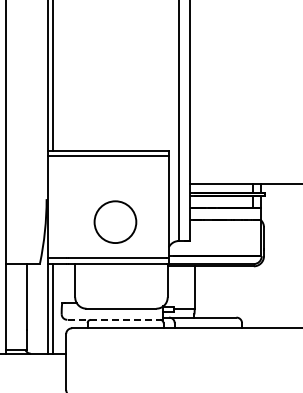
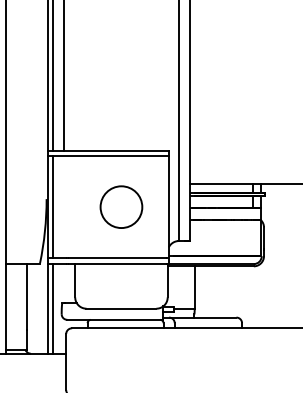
line at (63, 76): none -> present
line at (52, 206): none -> present
circle at (115, 221) position: (115, 221) -> (121, 206)
line at (115, 319): dashed -> solid
